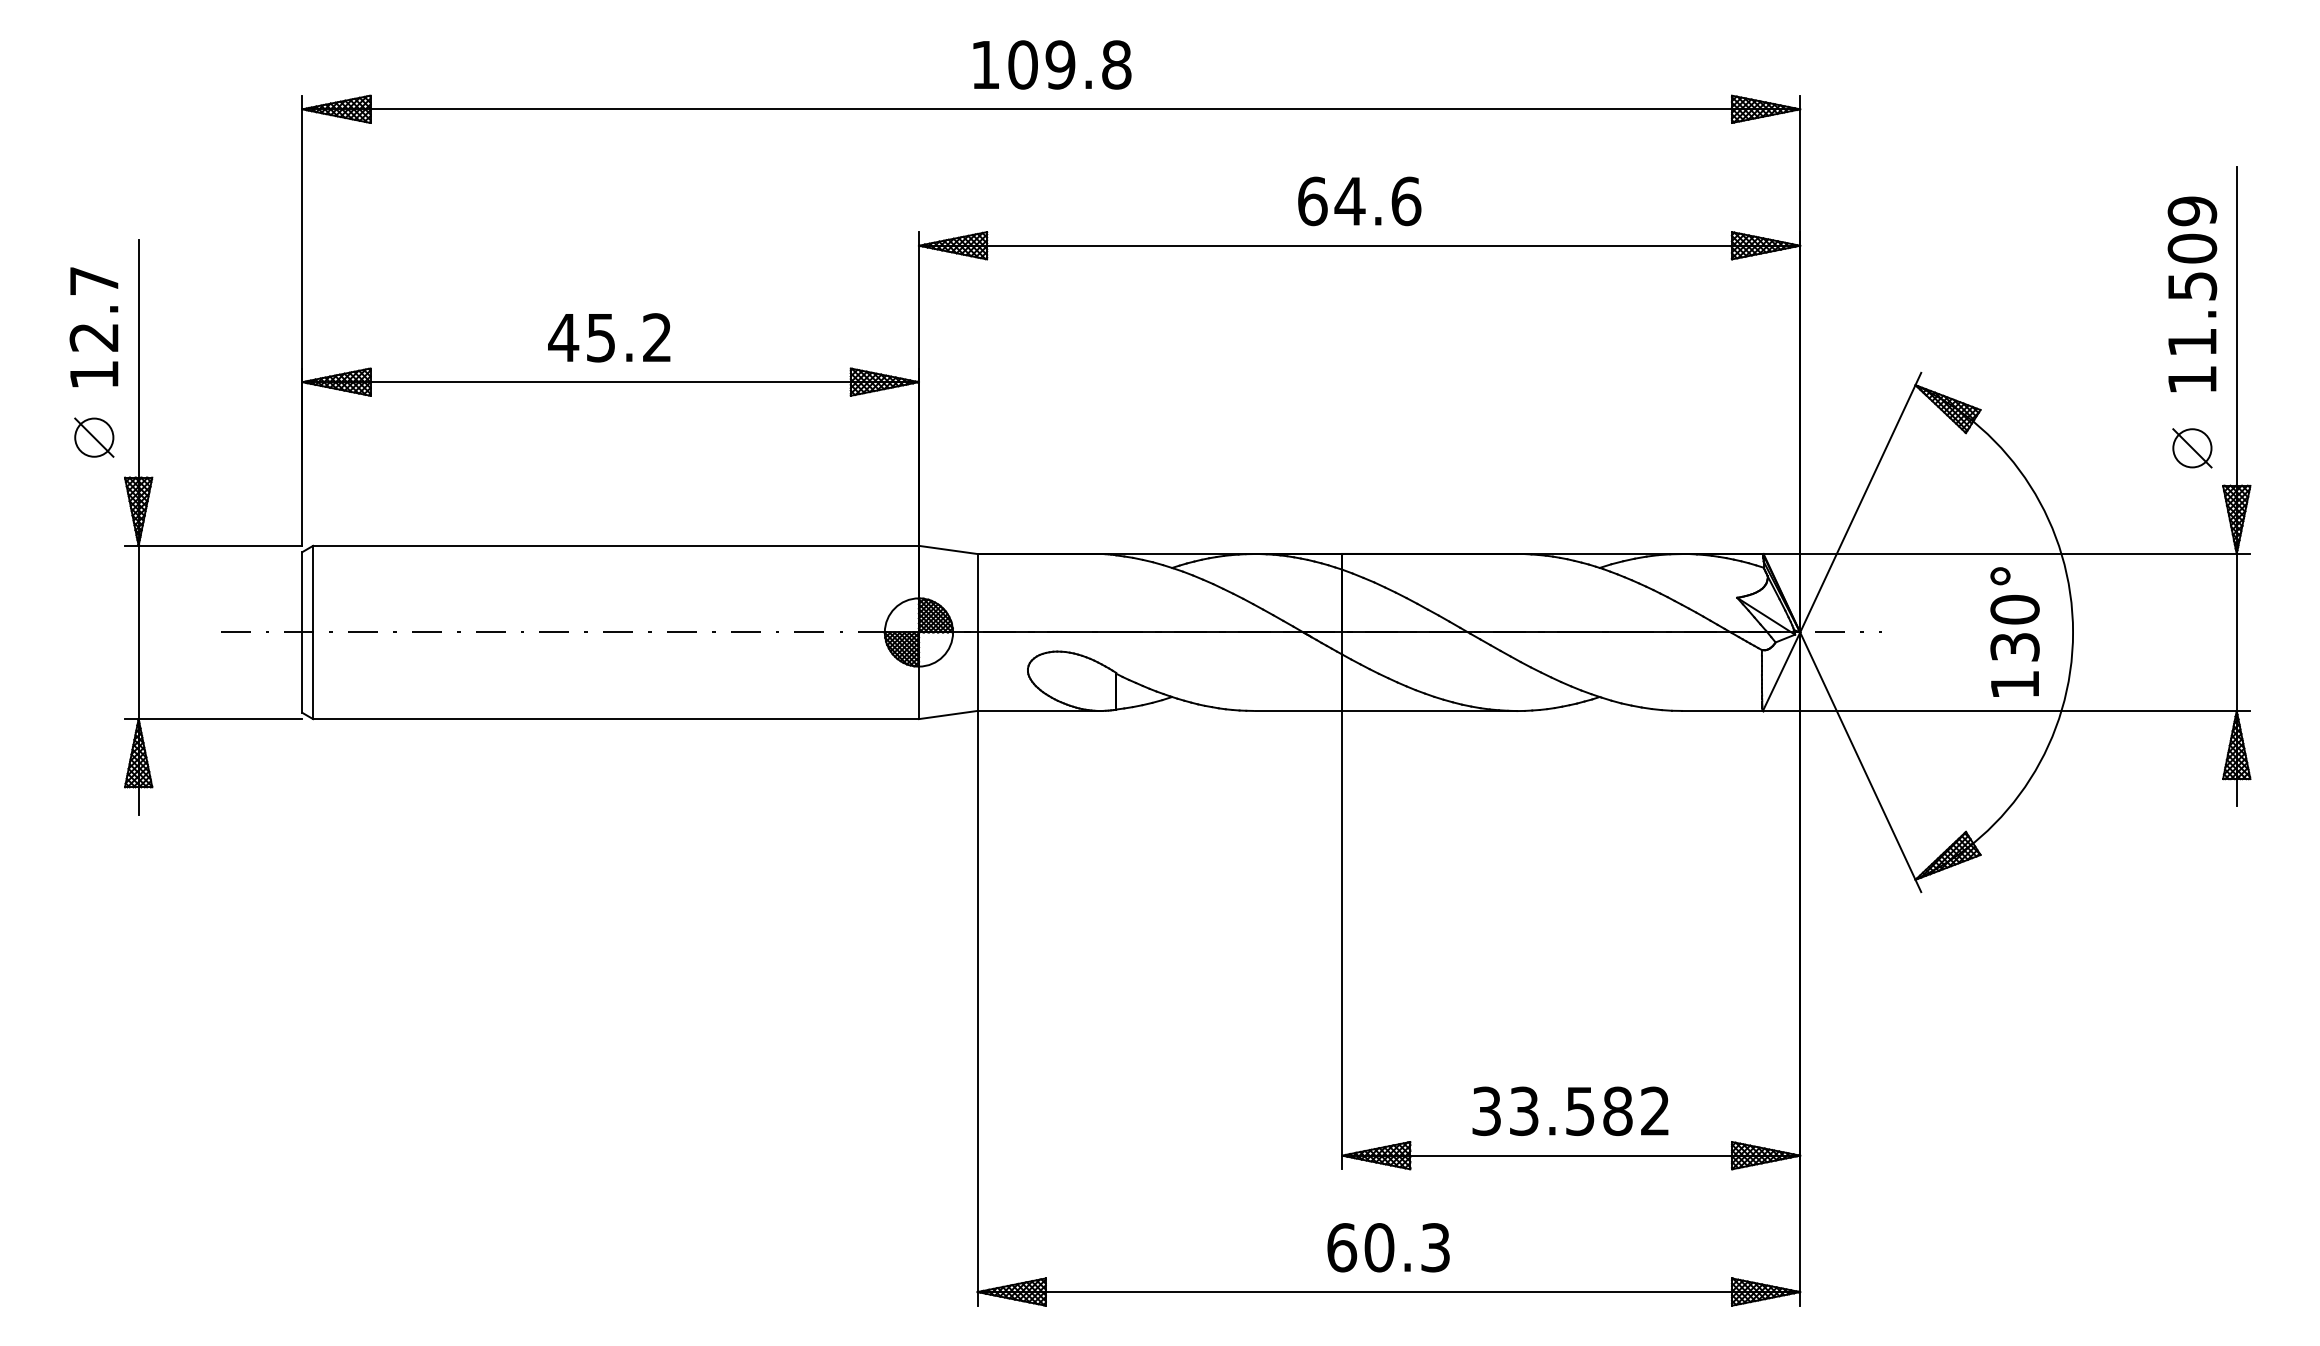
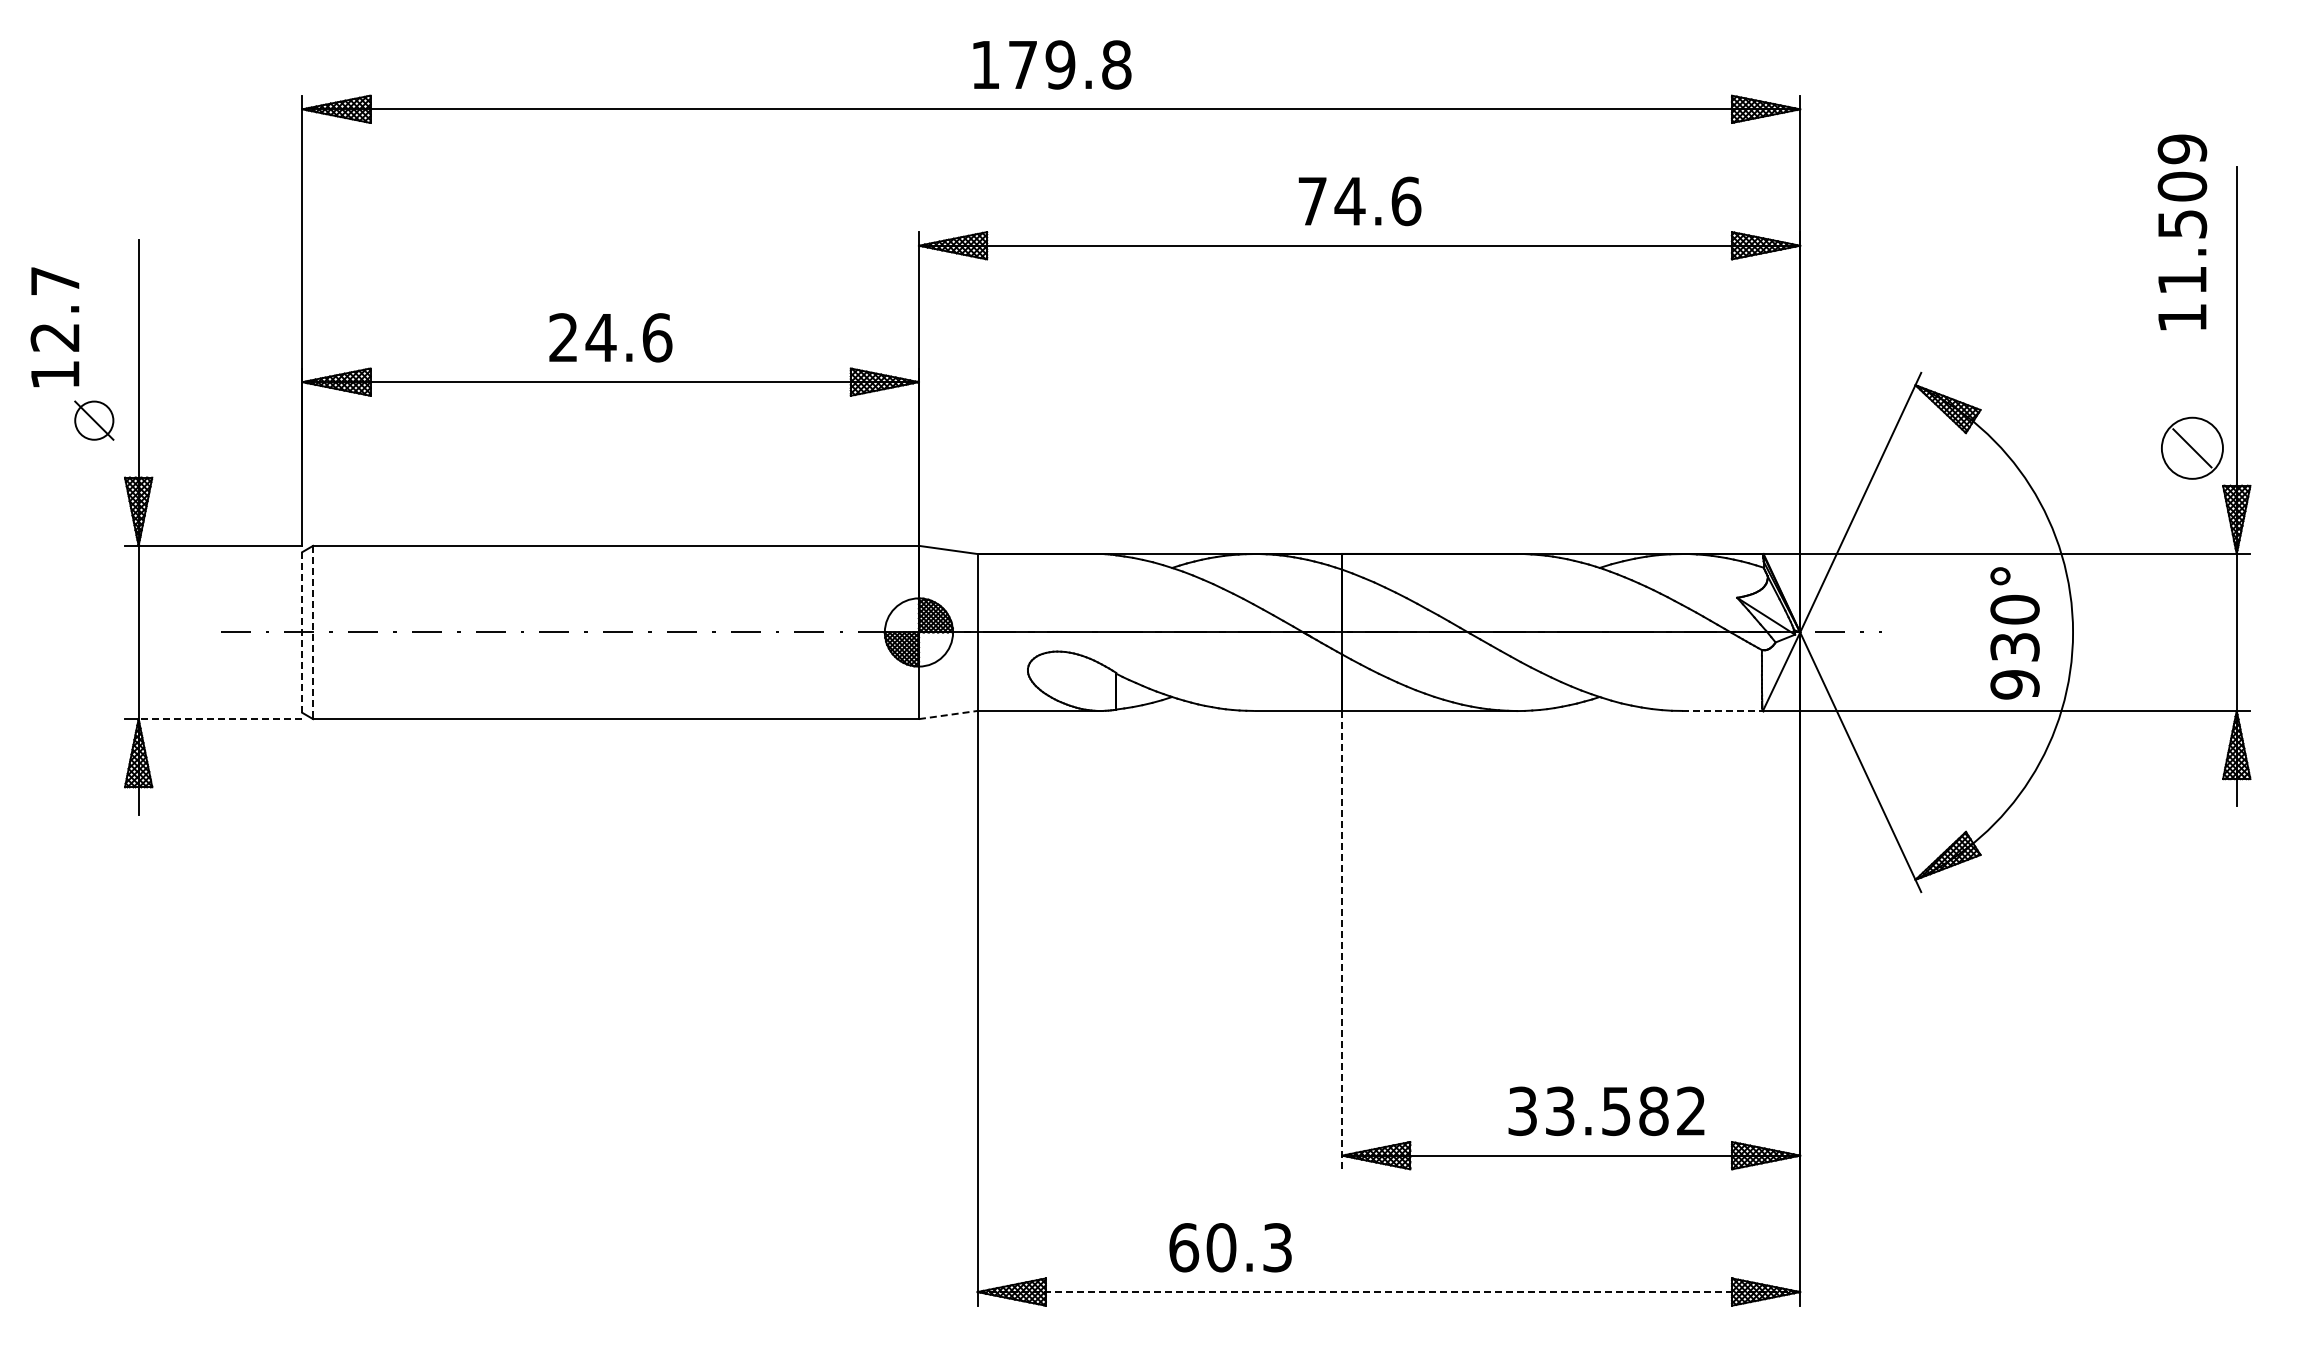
text at (1022, 64): 109.8 -> 179.8
text at (1312, 201): 64.6 -> 74.6
text at (2192, 294) position: (2192, 294) -> (2182, 232)
text at (93, 327) position: (93, 327) -> (54, 327)
text at (610, 337): 45.2 -> 24.6
part at (94, 437) position: (94, 437) -> (94, 420)
circle at (2192, 448) diameter: 38 px -> 61 px
line at (302, 632): solid -> dashed
line at (313, 632): solid -> dashed
text at (2014, 684): 130° -> 930°
line at (1722, 710): solid -> dashed
line at (948, 715): solid -> dashed
line at (220, 719): solid -> dashed
line at (1342, 940): solid -> dashed
text at (1570, 1110) position: (1570, 1110) -> (1606, 1110)
text at (1388, 1247) position: (1388, 1247) -> (1230, 1247)
line at (1389, 1292): solid -> dashed
